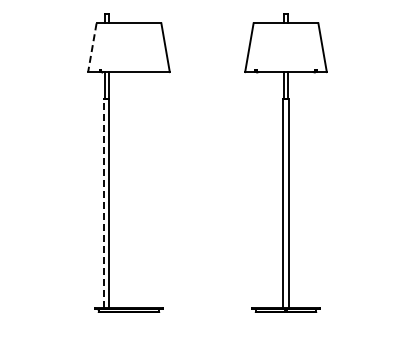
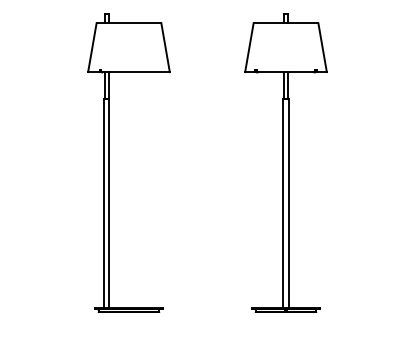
line at (92, 47): dashed -> solid
line at (104, 202): dashed -> solid
